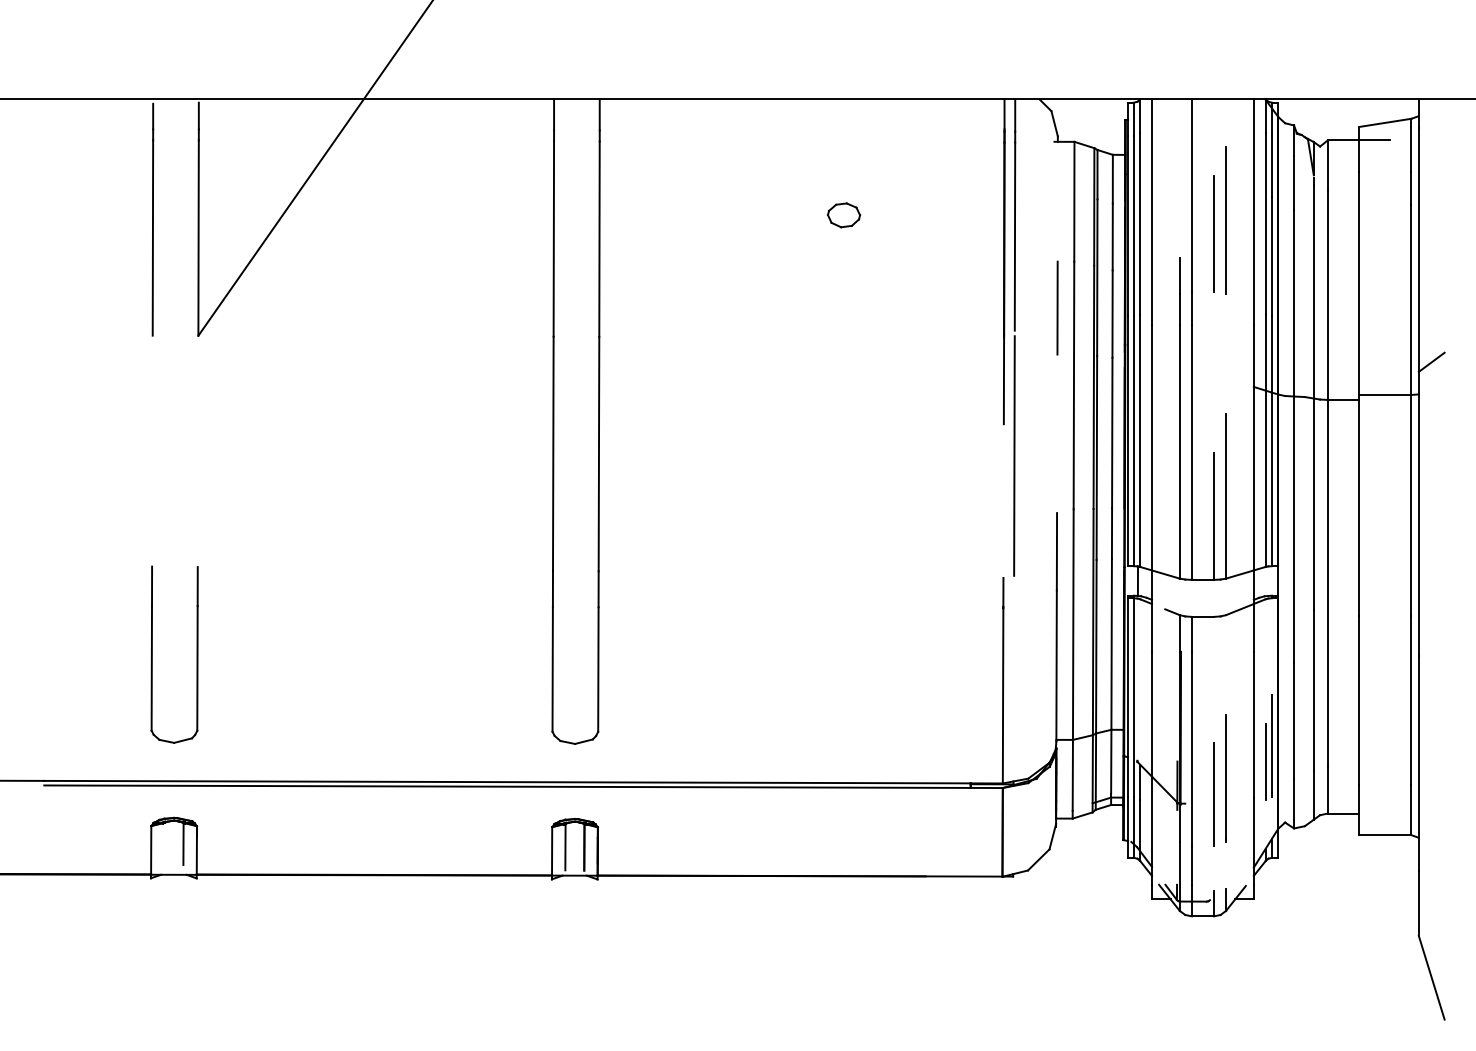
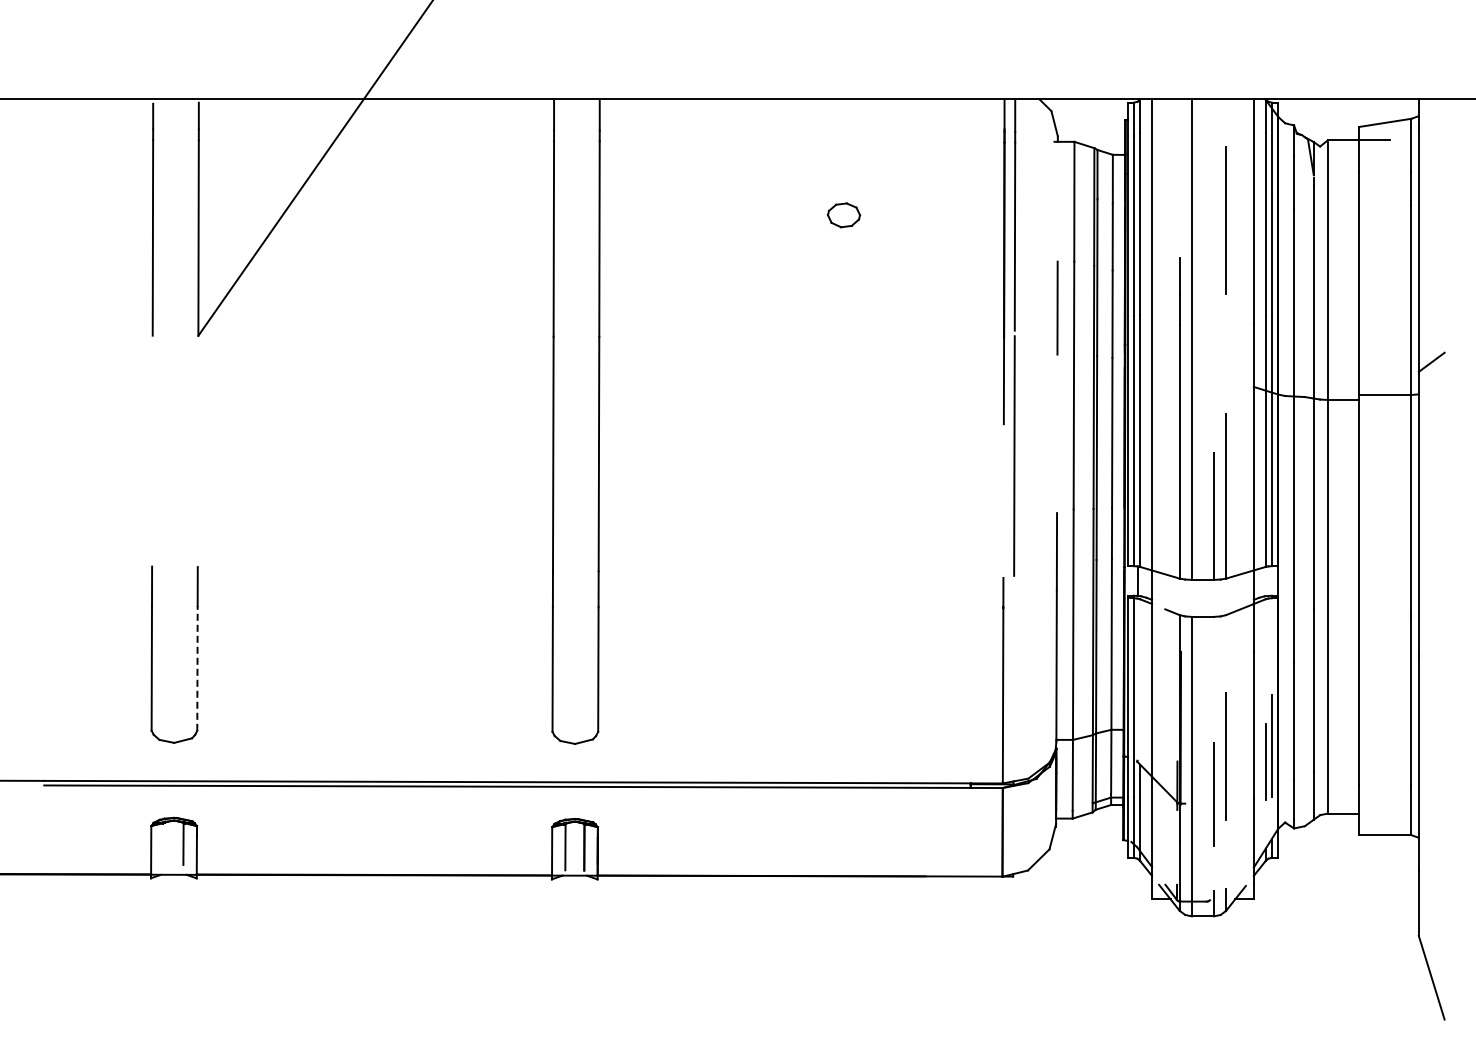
line at (1214, 233): present -> none
line at (197, 668): solid -> dashed
line at (1225, 778) position: (1225, 778) -> (1225, 756)
